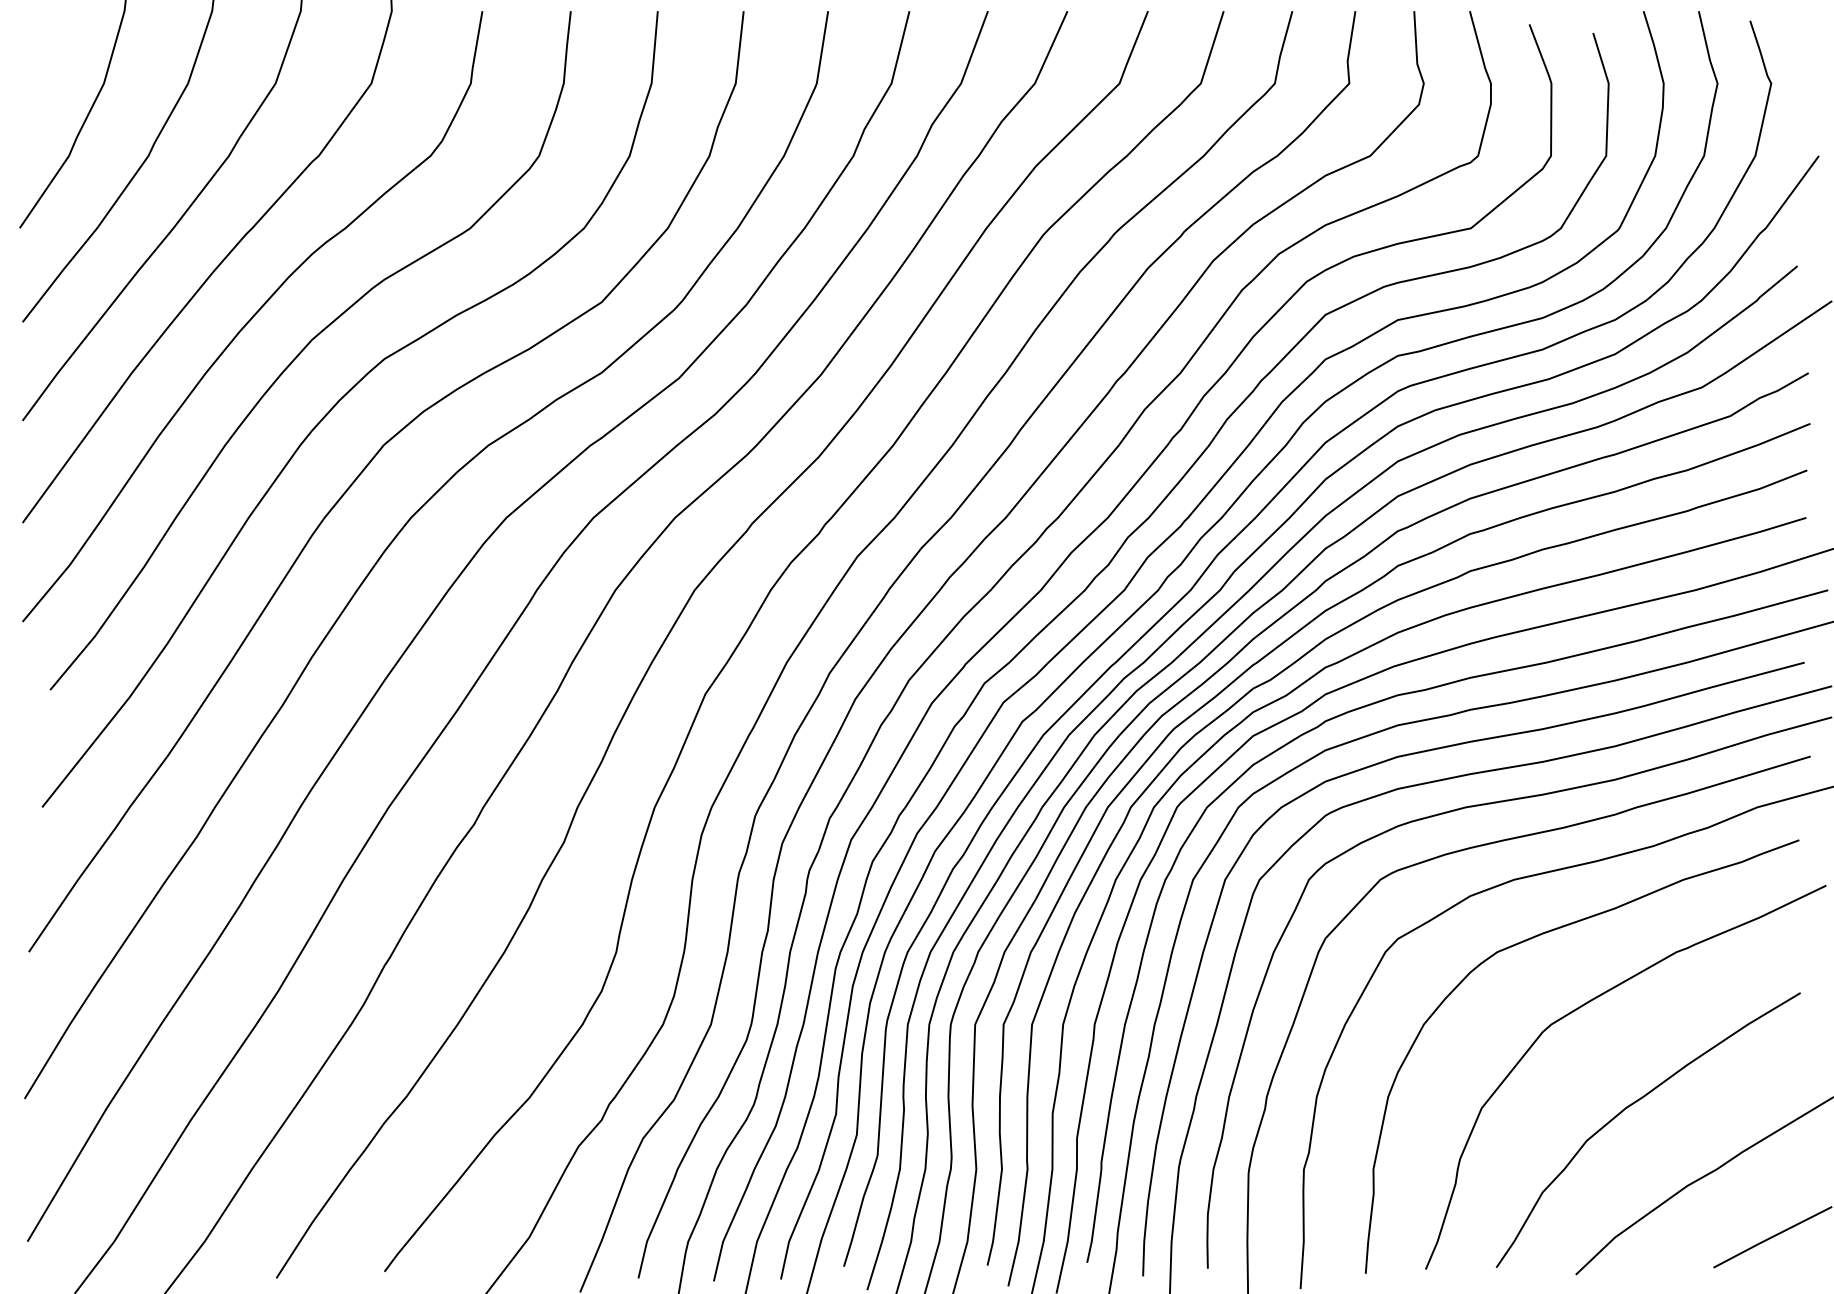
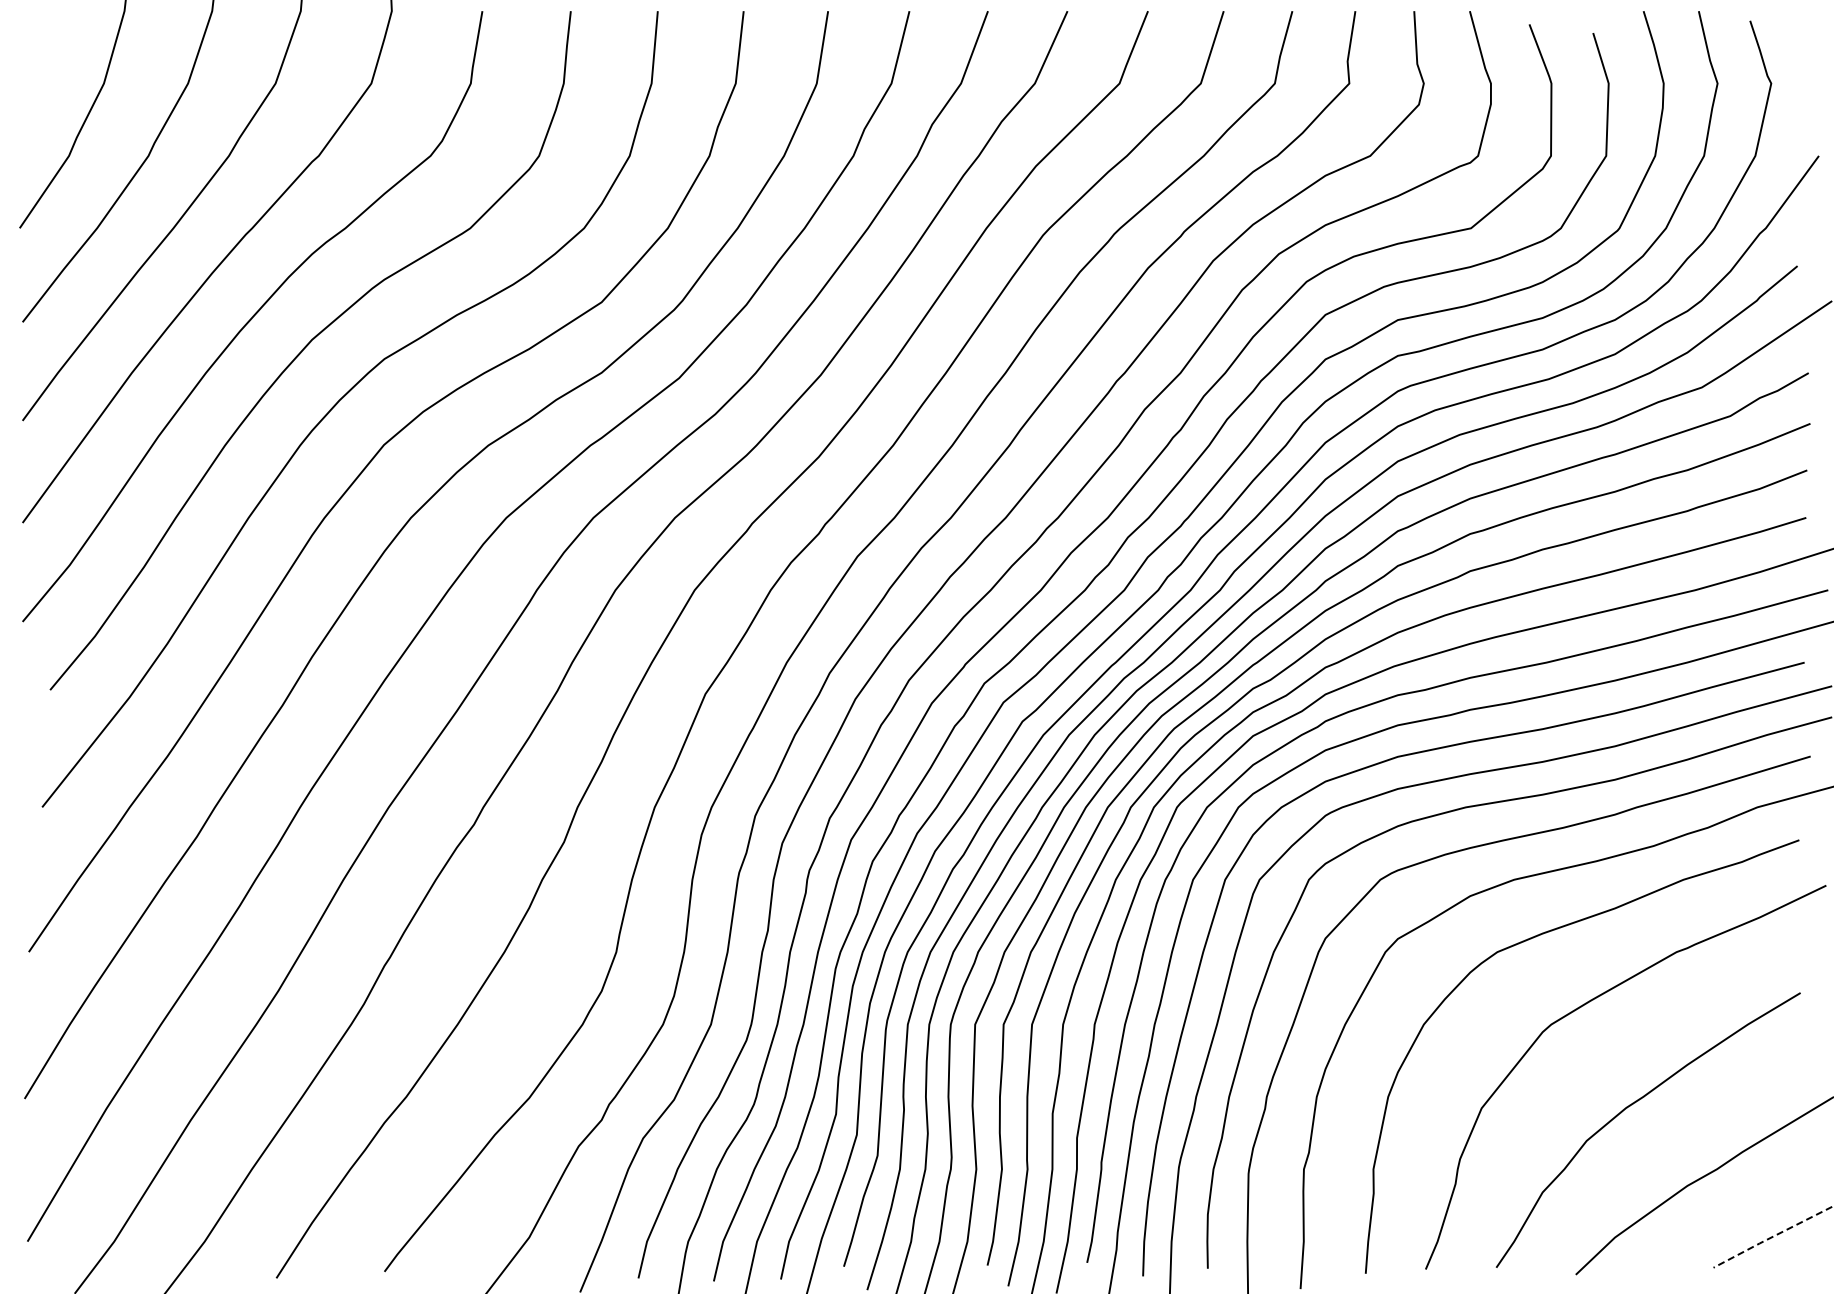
line at (1772, 1237): solid -> dashed
